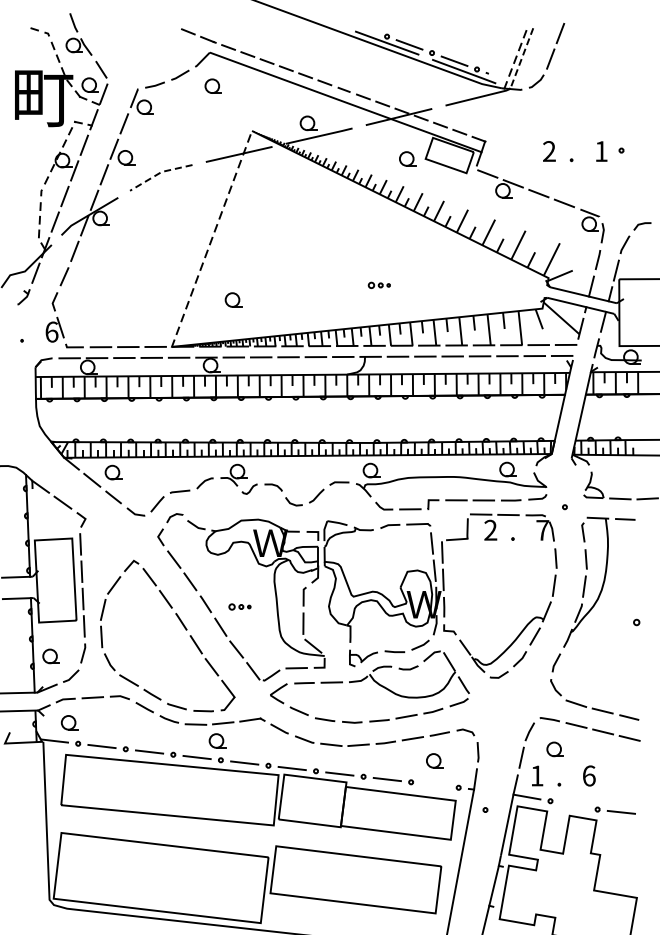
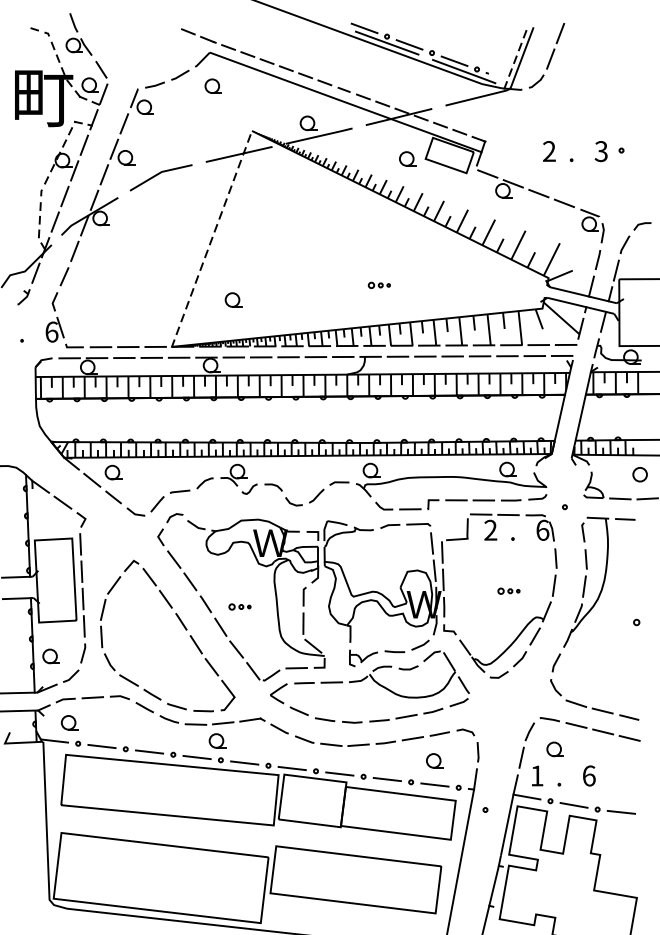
line at (364, 28): none -> present
line at (521, 59): dashed -> solid
text at (600, 151): 1 -> 3
line at (160, 172): dashed -> solid
circle at (639, 474): none -> present
text at (542, 529): 7 -> 6
part at (508, 590): none -> present
line at (434, 784): none -> present
line at (573, 805): none -> present
